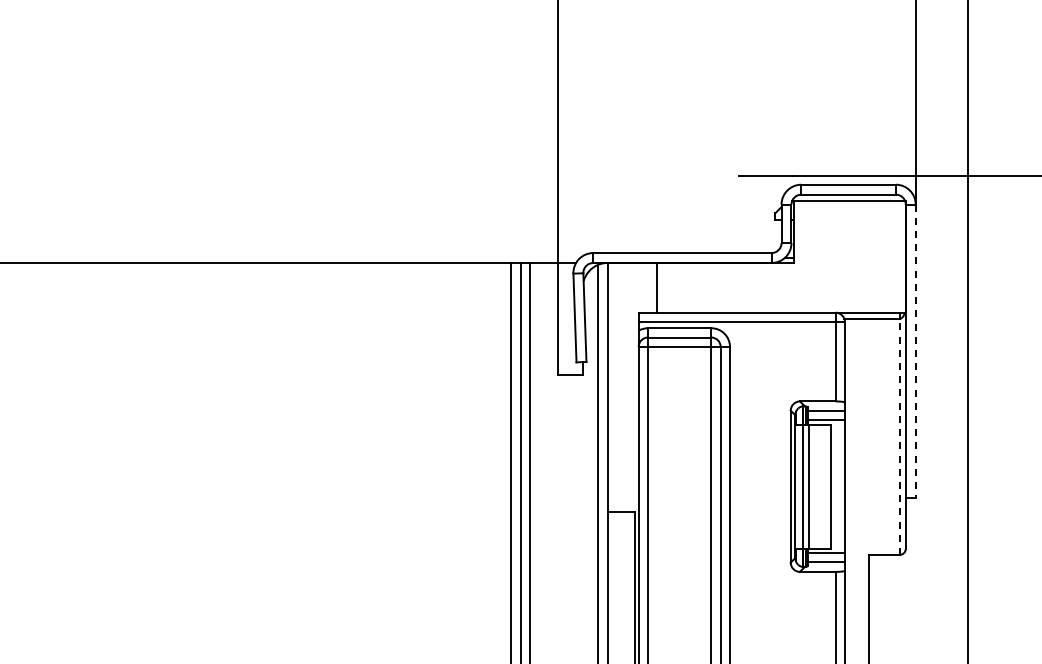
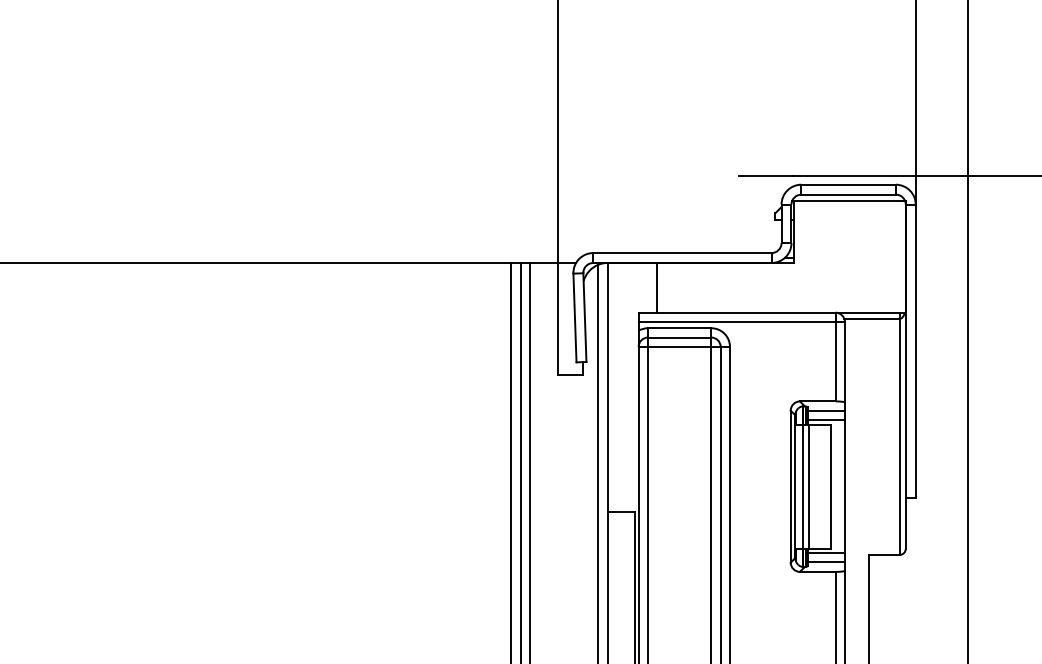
line at (915, 351): dashed -> solid
line at (899, 436): dashed -> solid
